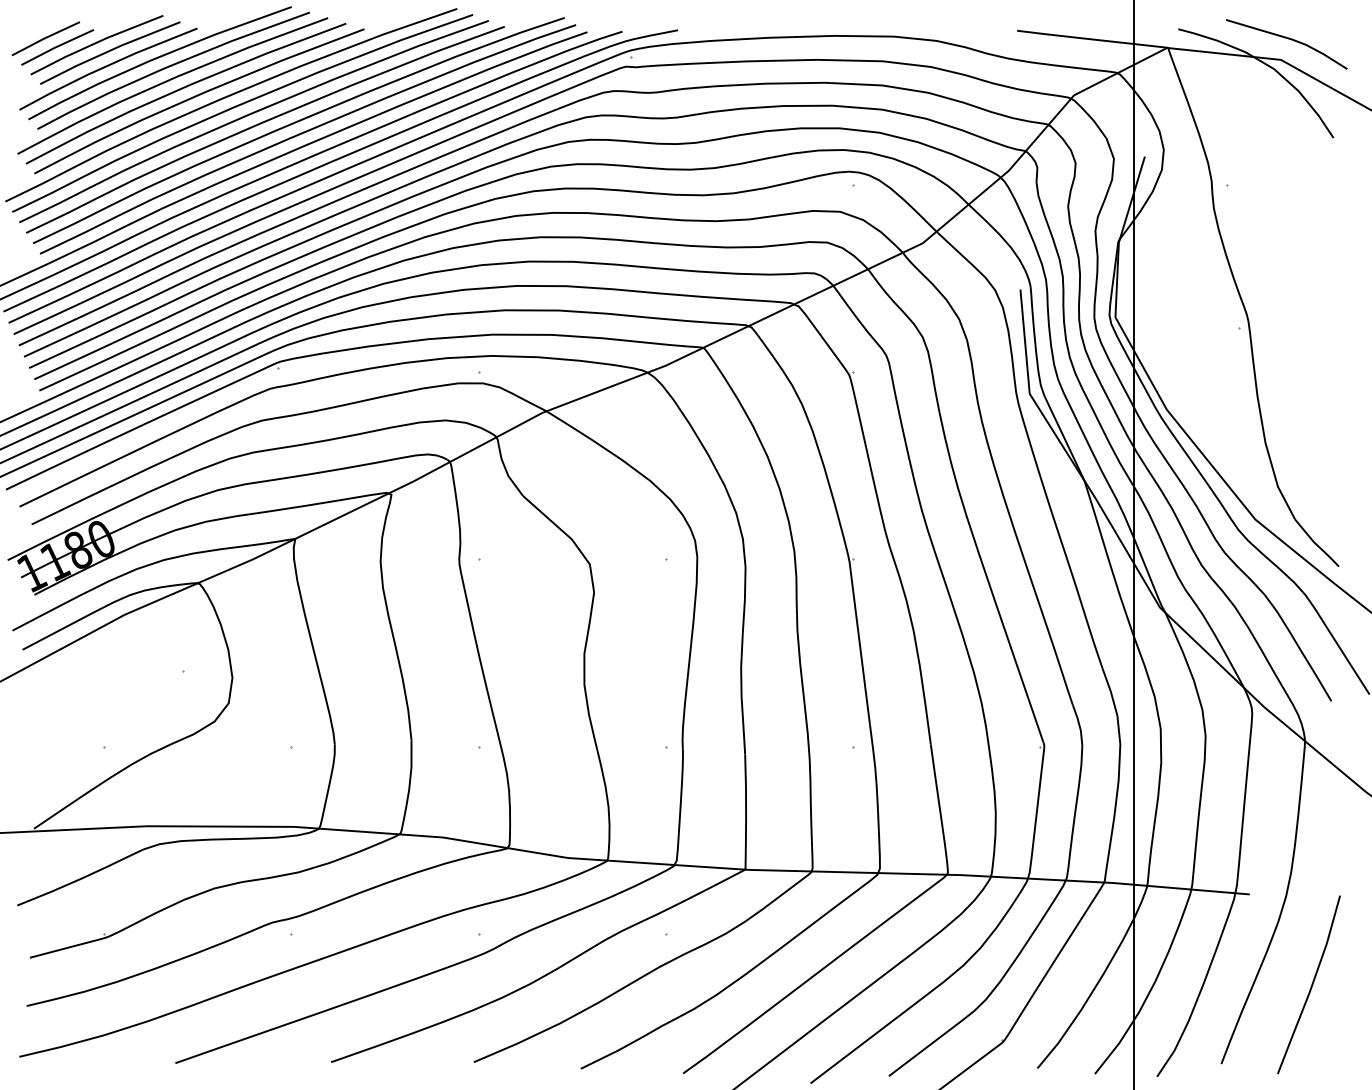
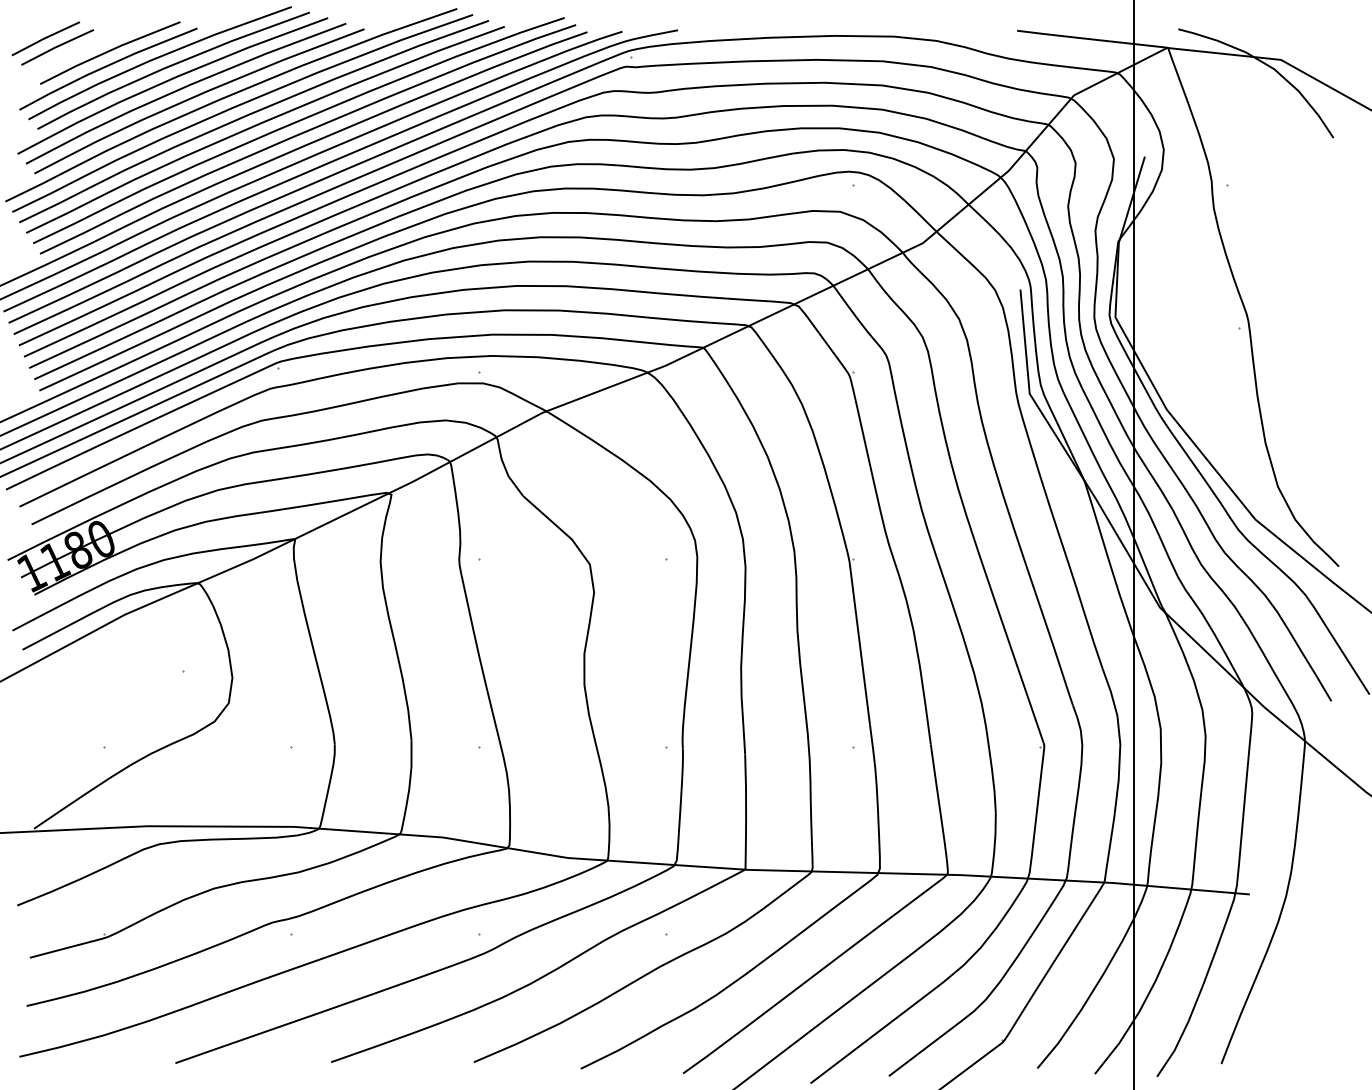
line at (1287, 39): present -> none
line at (95, 44): present -> none
line at (1310, 986): present -> none
